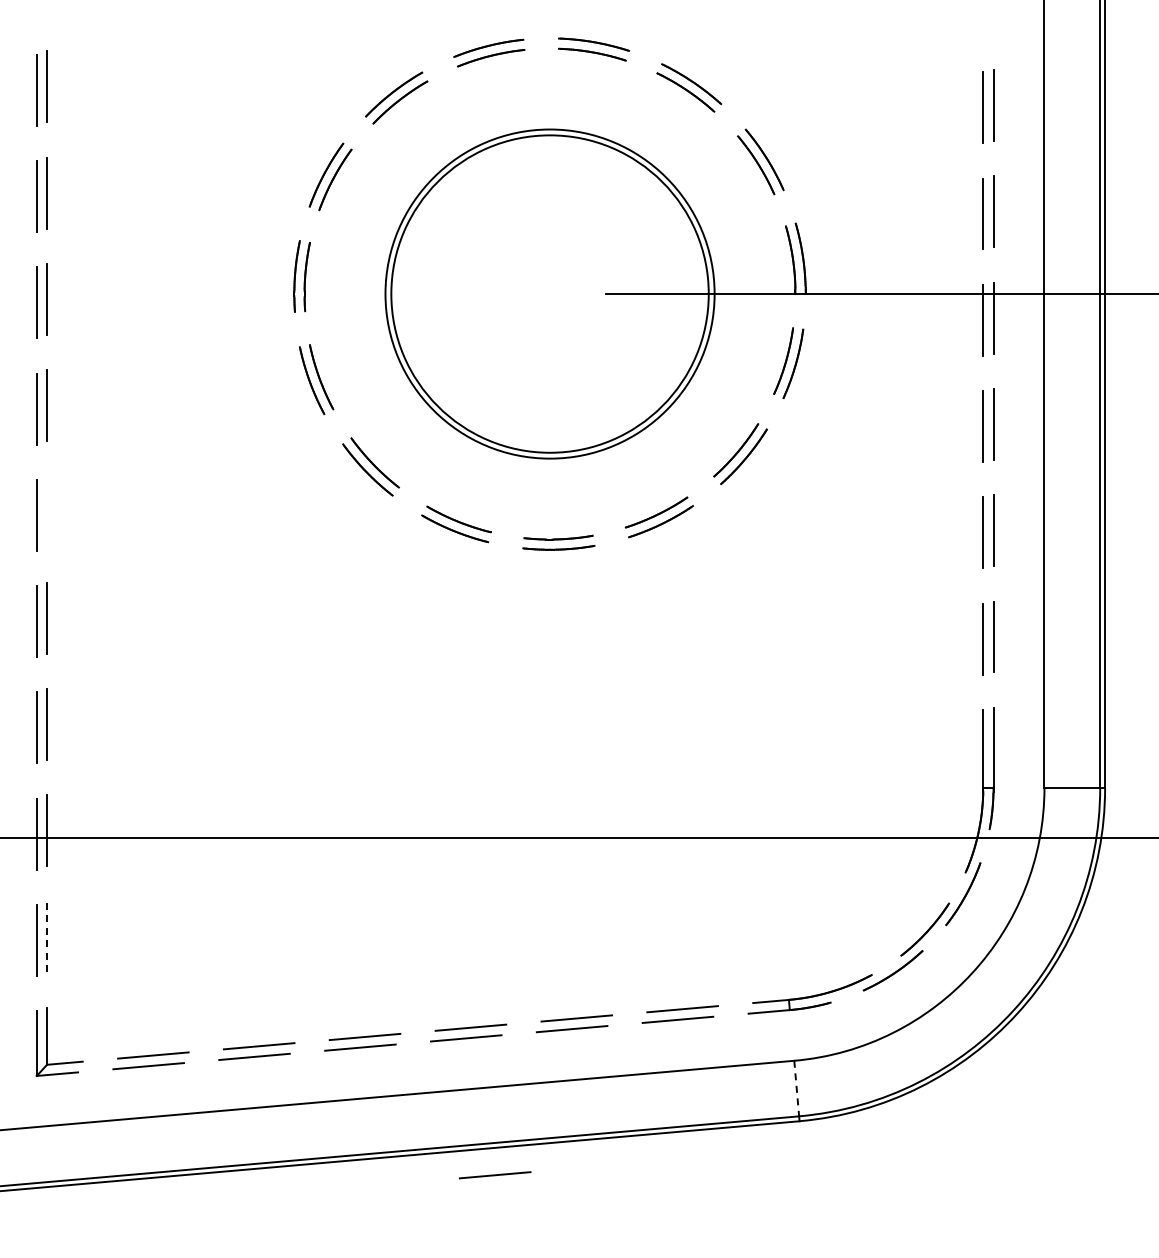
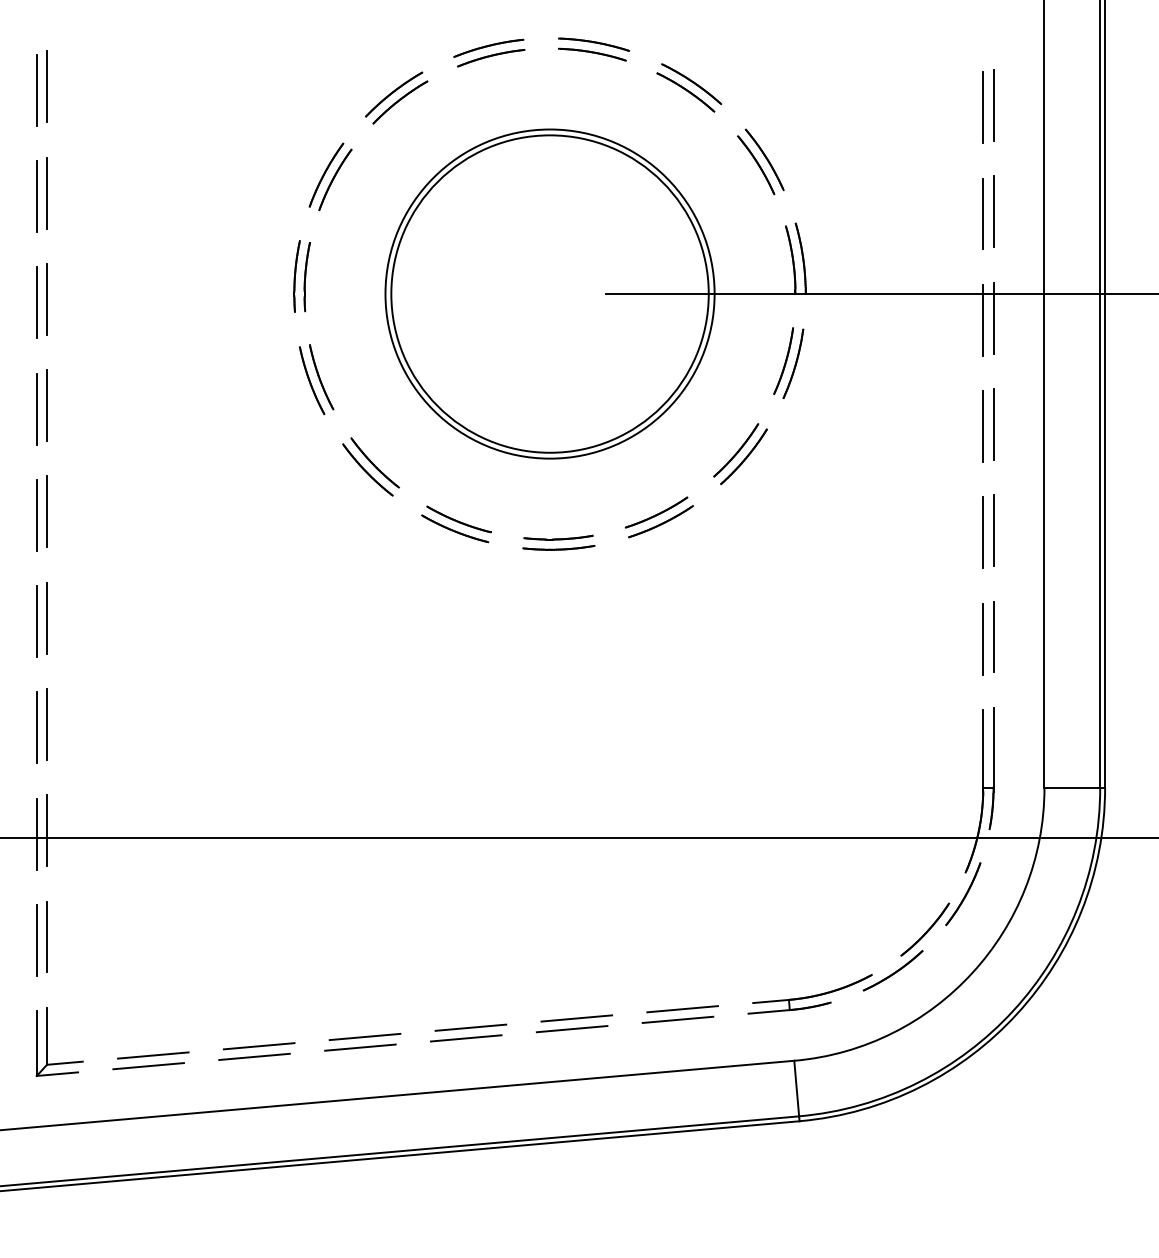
line at (47, 511): none -> present
line at (47, 936): dashed -> solid
line at (796, 1088): dashed -> solid
line at (495, 1175): present -> none
